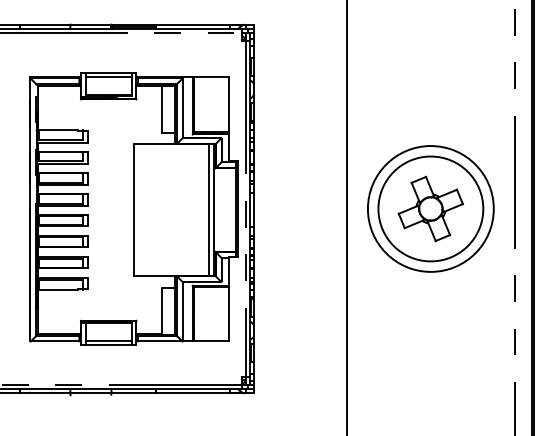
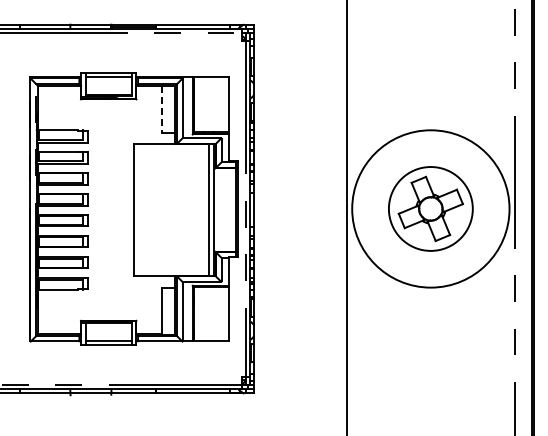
line at (162, 109): solid -> dashed
circle at (430, 208) diameter: 105 px -> 84 px
circle at (430, 208) diameter: 126 px -> 157 px
